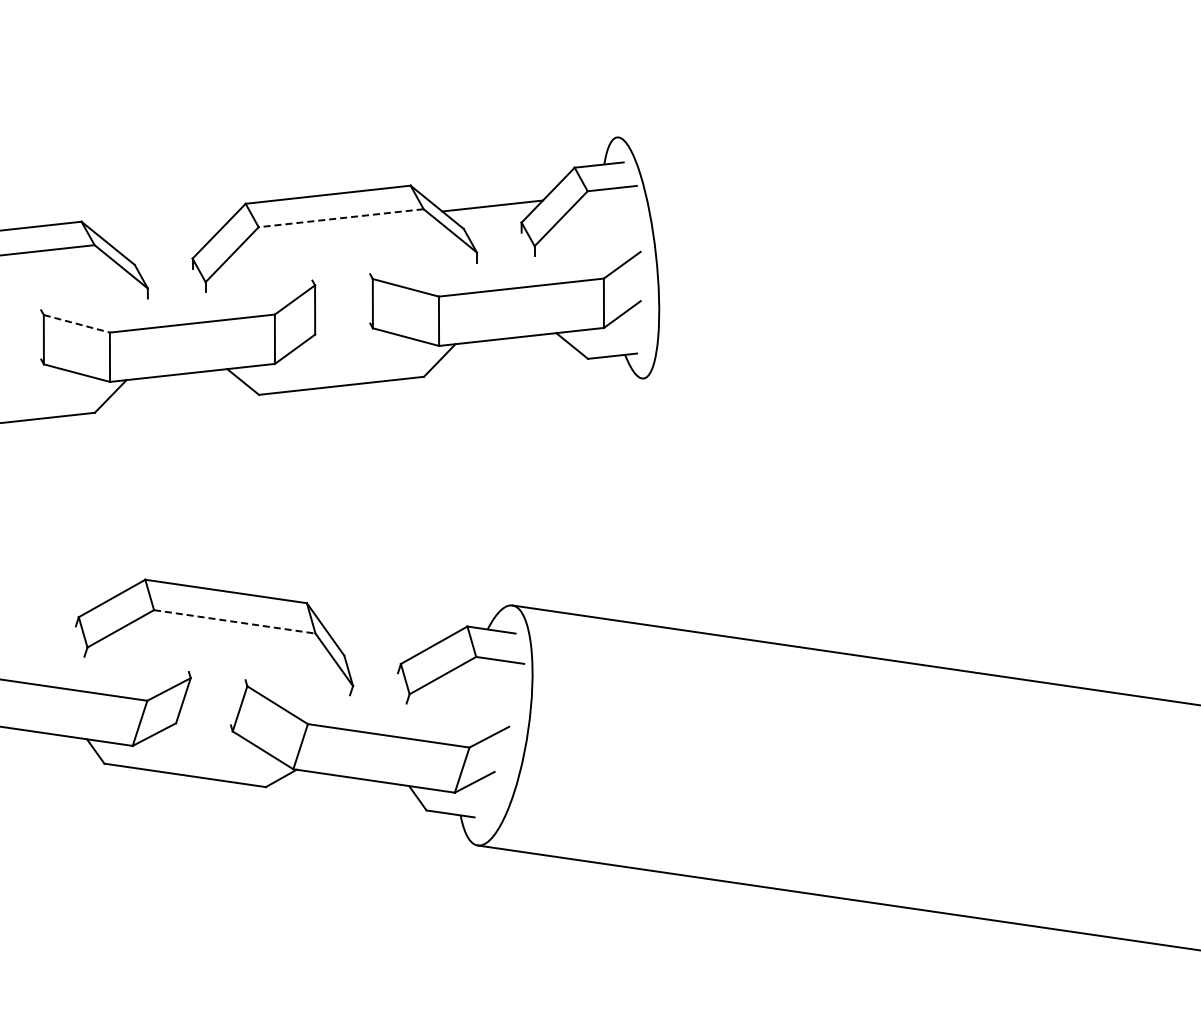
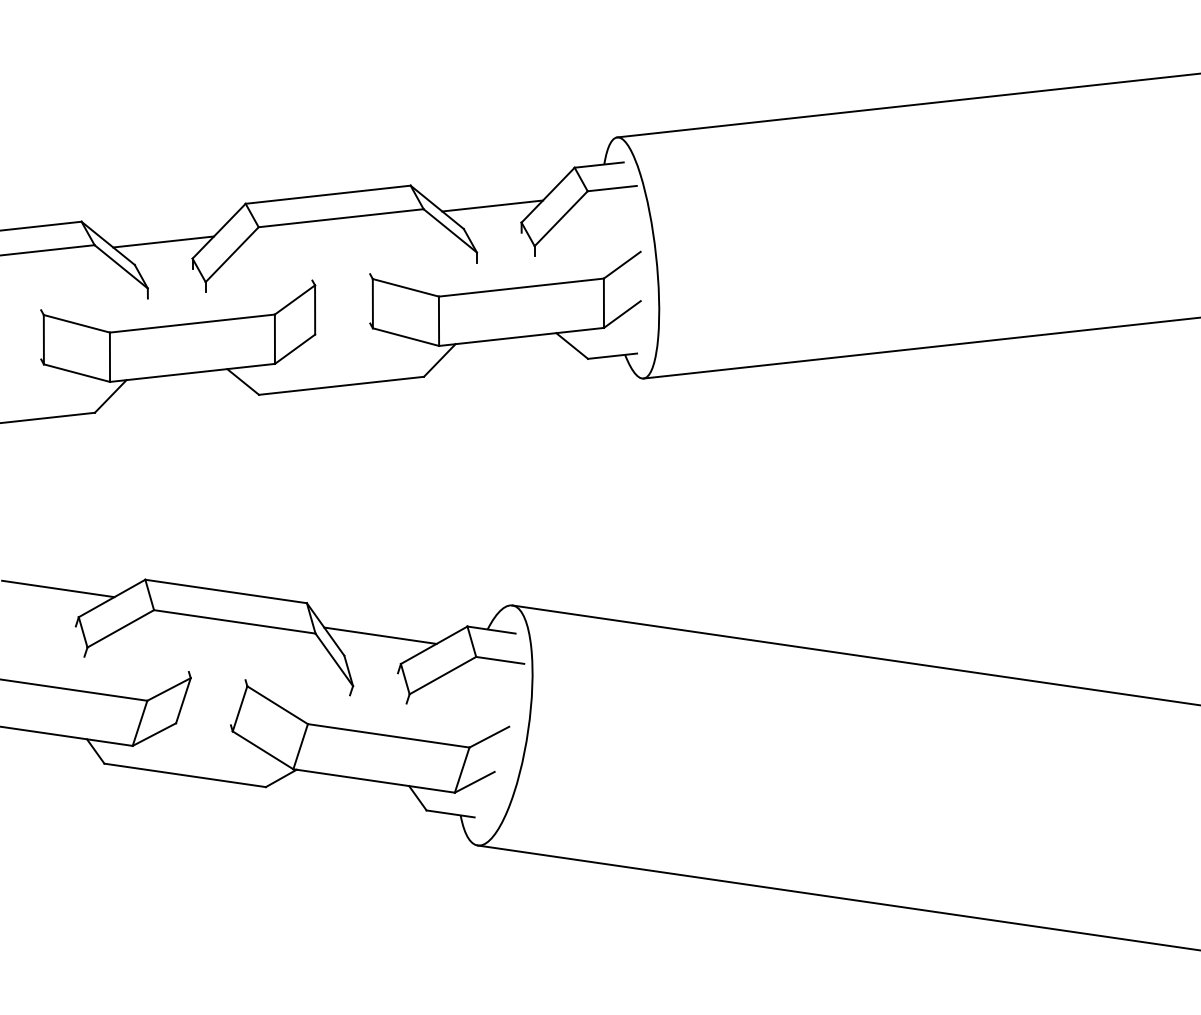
line at (907, 105): none -> present
line at (341, 218): dashed -> solid
line at (163, 241): none -> present
line at (77, 323): dashed -> solid
line at (920, 347): none -> present
line at (58, 588): none -> present
line at (234, 621): dashed -> solid
line at (380, 635): none -> present
